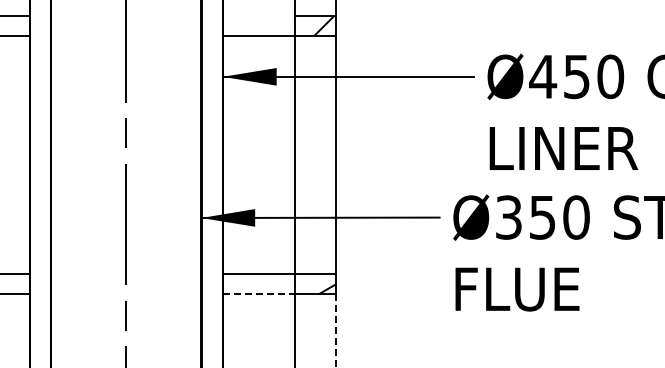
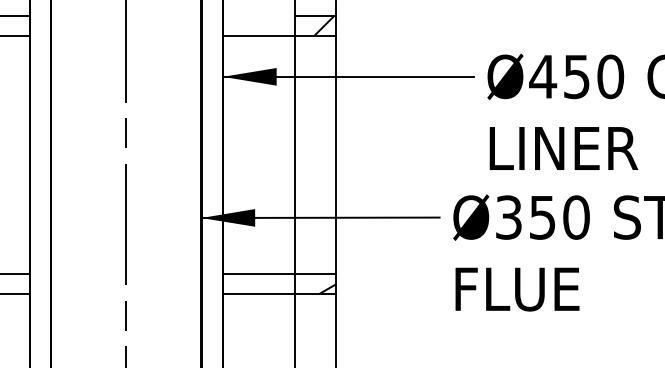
line at (259, 294): dashed -> solid
line at (335, 330): dashed -> solid
